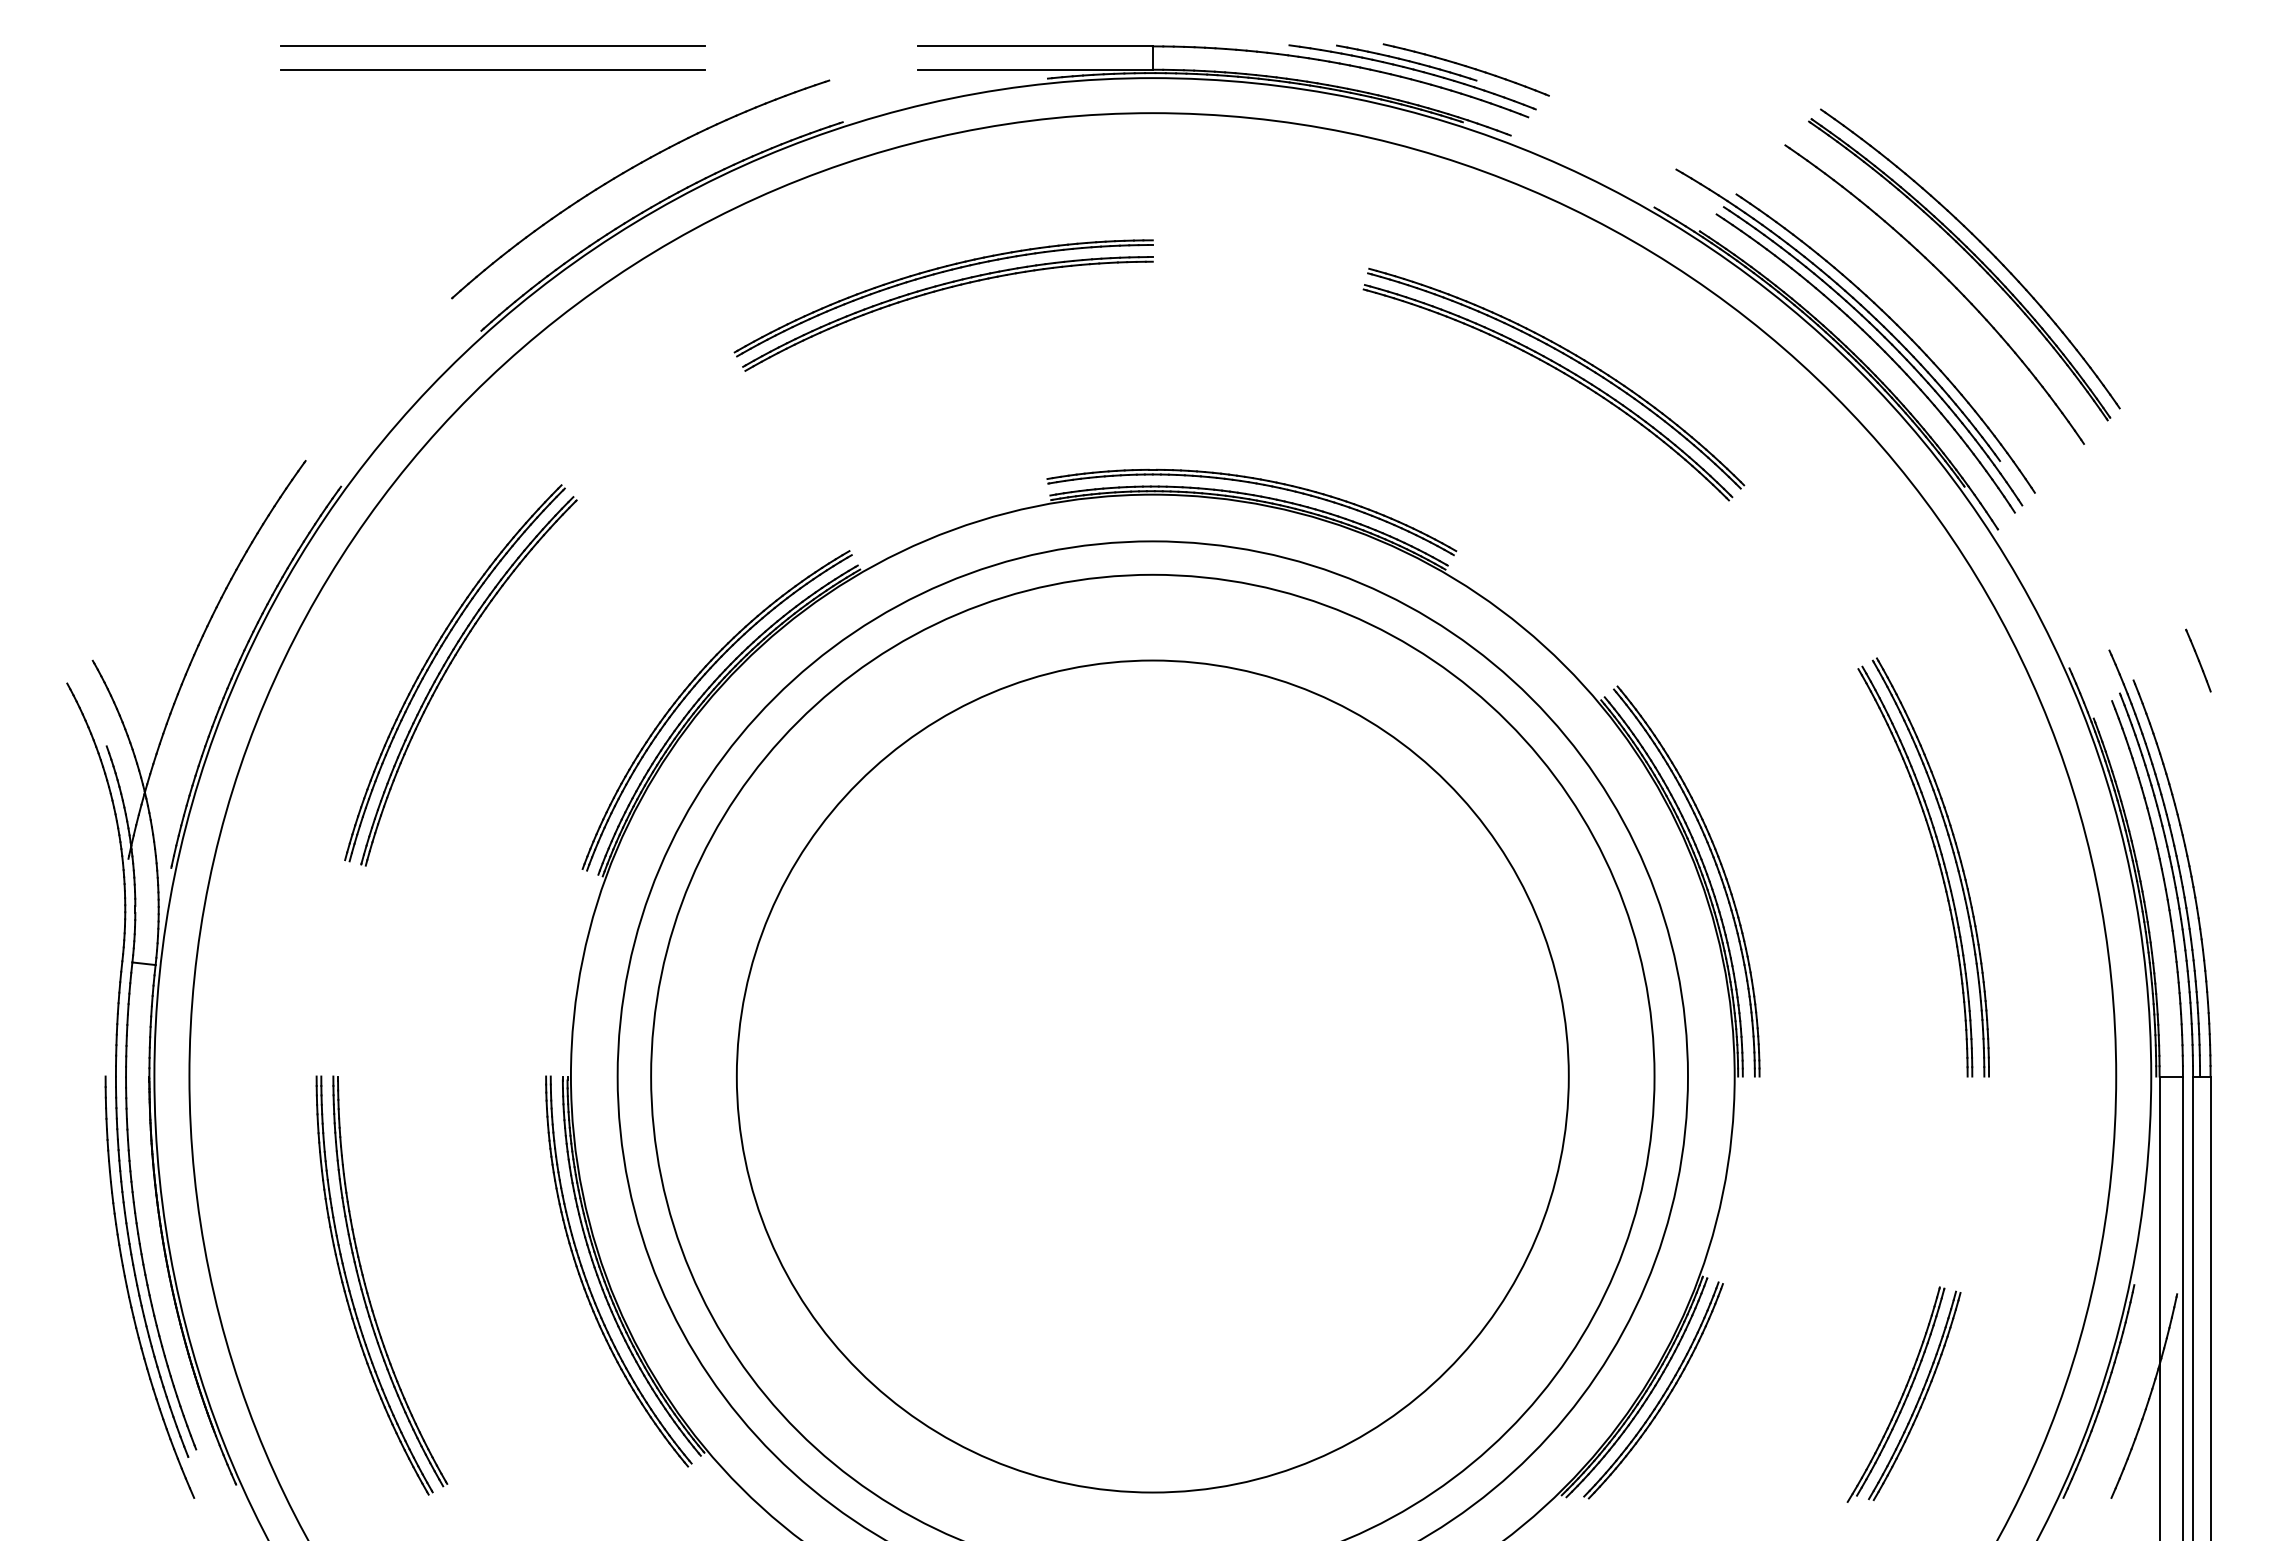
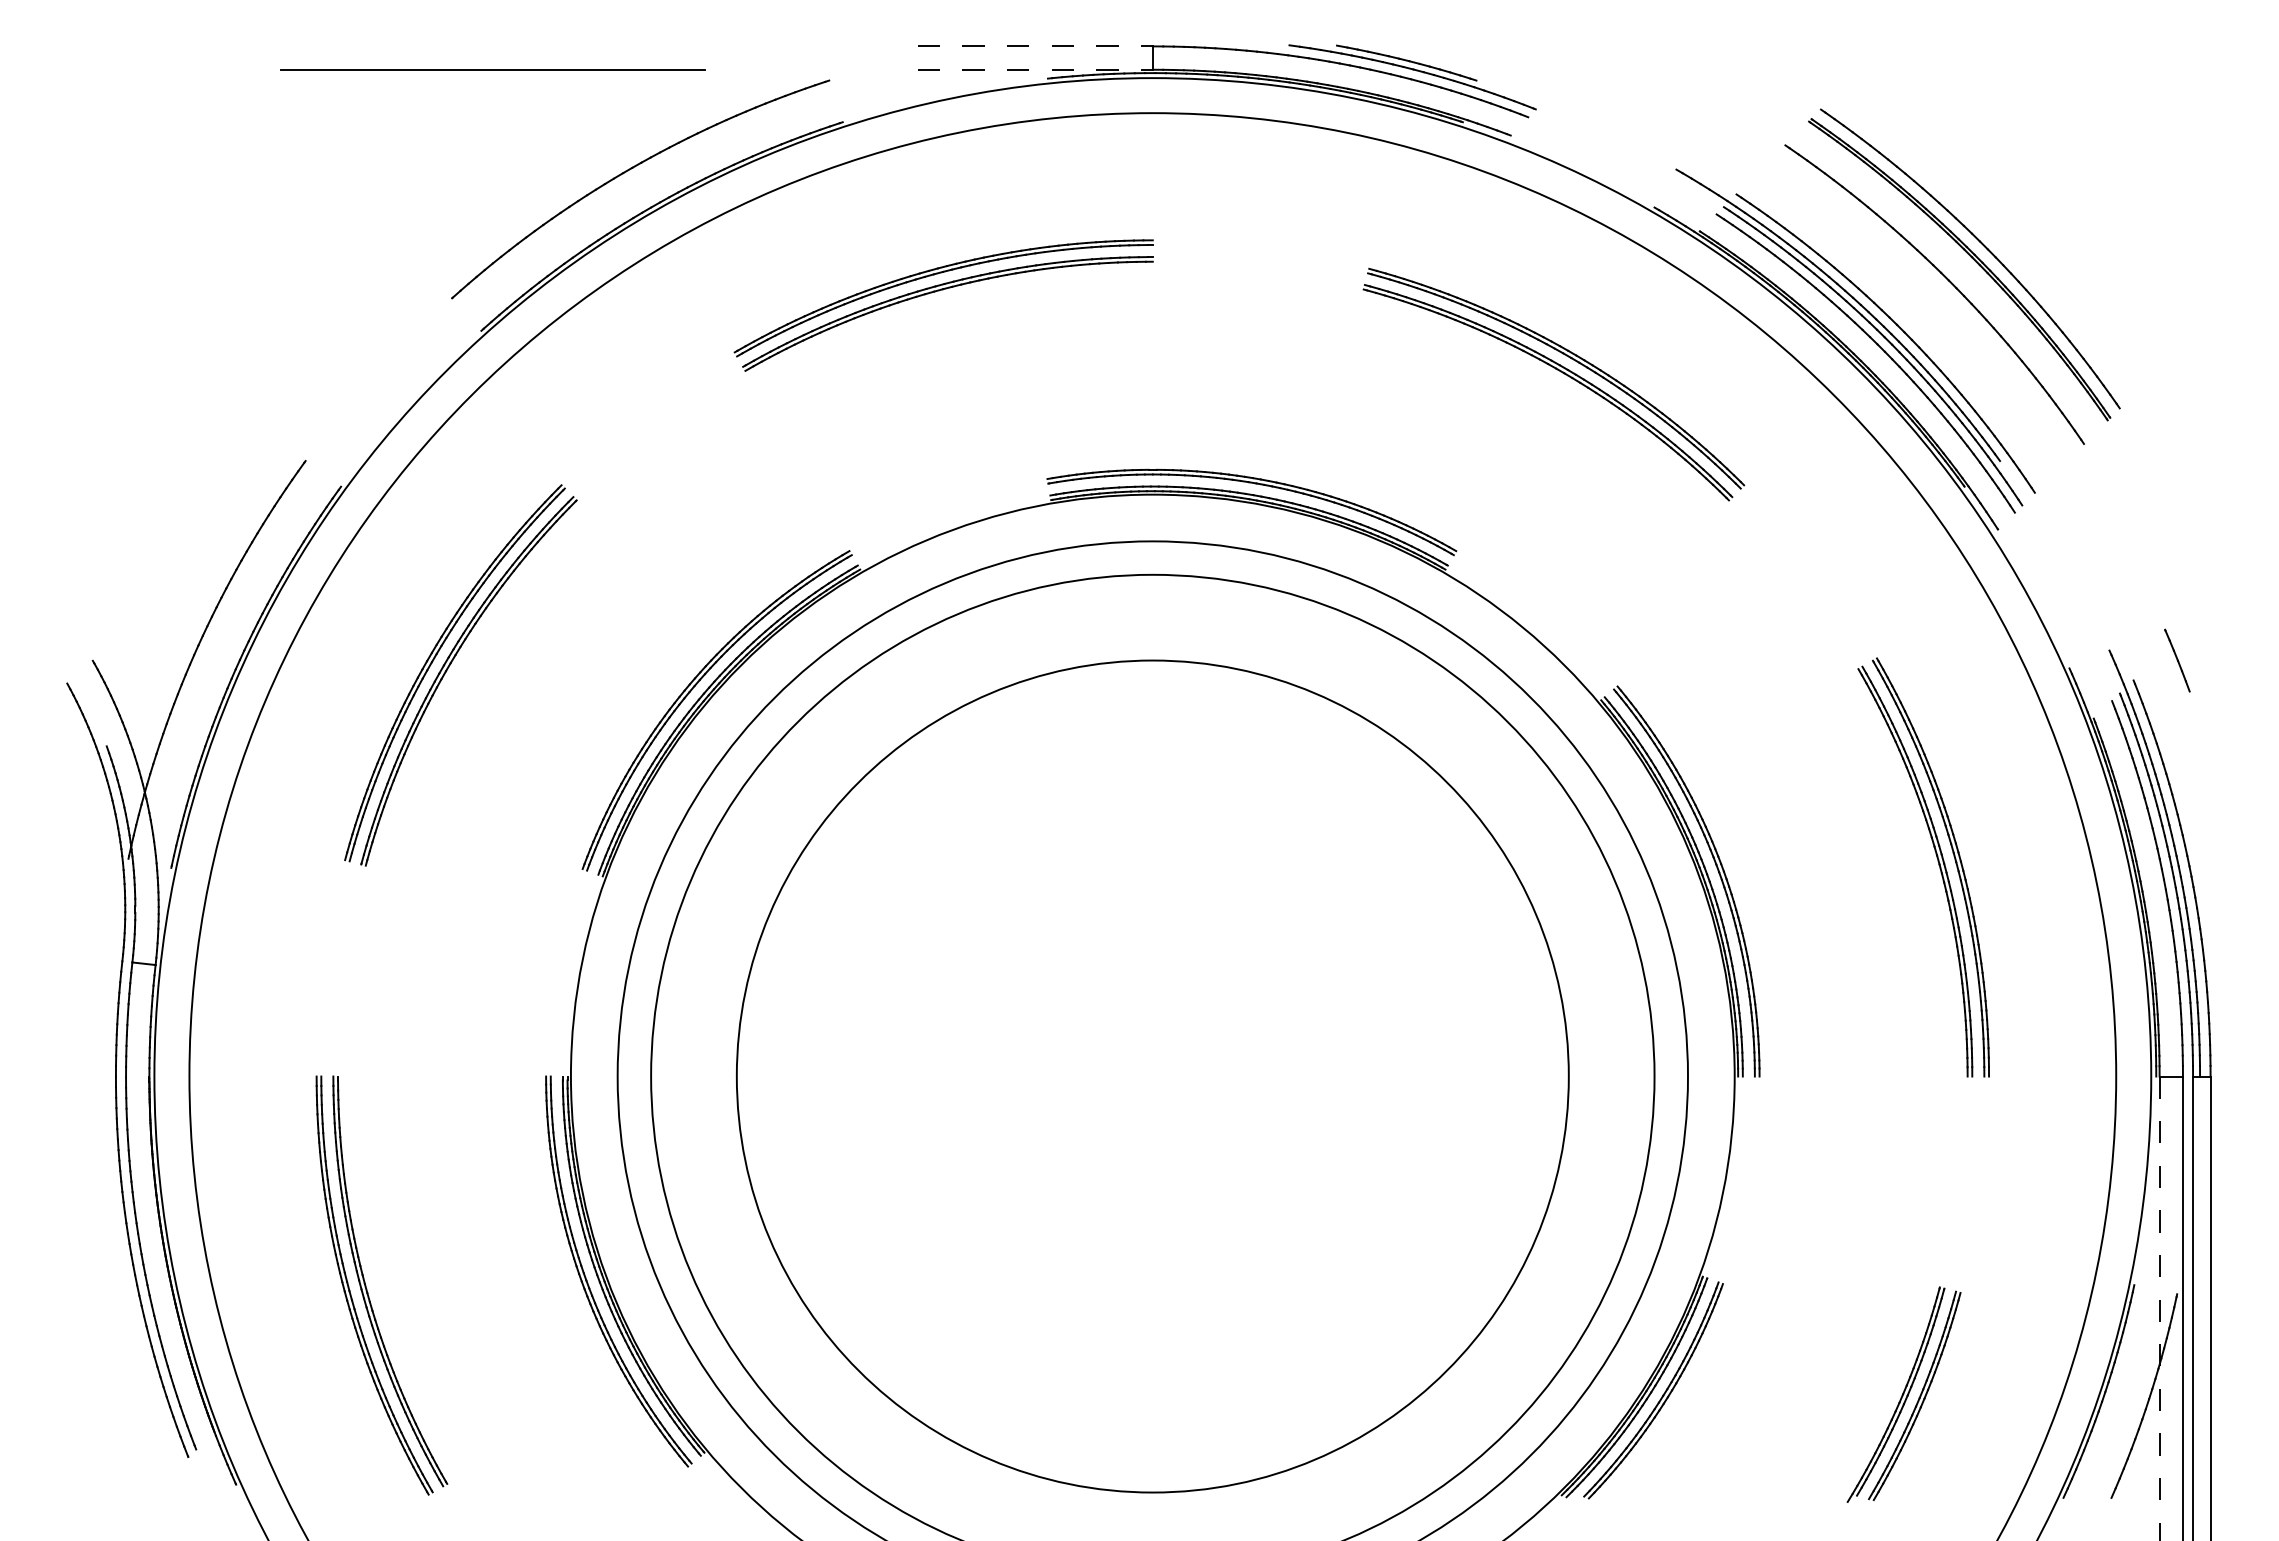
line at (492, 46): present -> none
line at (1035, 46): solid -> dashed
line at (1035, 69): solid -> dashed
part at (1465, 69): present -> none
line at (2198, 660) position: (2198, 660) -> (2177, 660)
part at (129, 1292): present -> none
line at (2159, 1309): solid -> dashed
